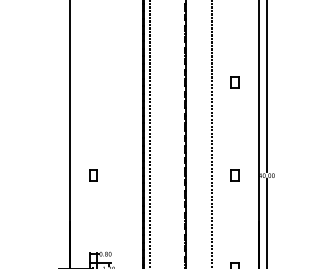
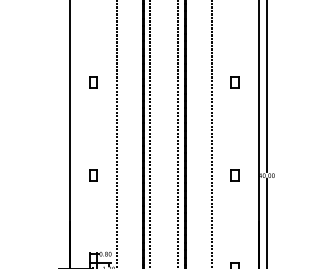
part at (93, 82): none -> present
line at (116, 133): none -> present
line at (178, 133): none -> present
line at (184, 134): dashed -> solid
